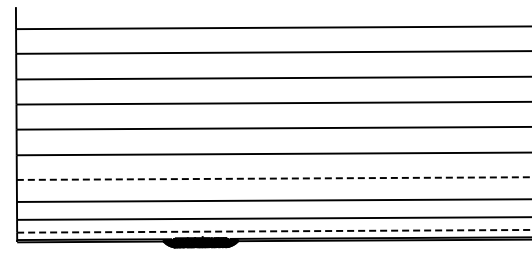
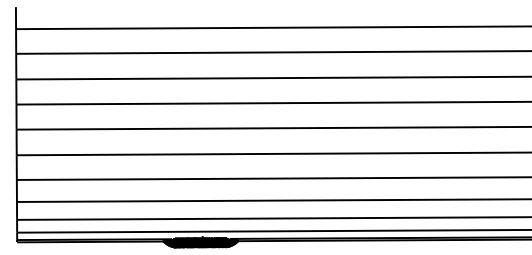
line at (274, 178): dashed -> solid
line at (274, 231): dashed -> solid
